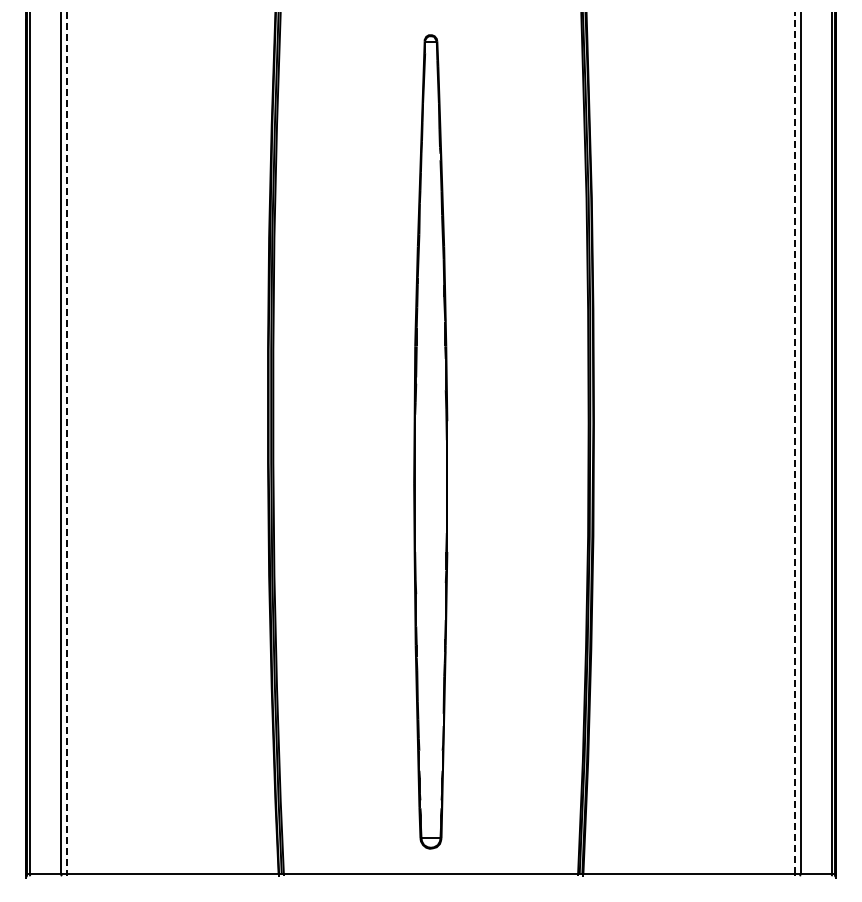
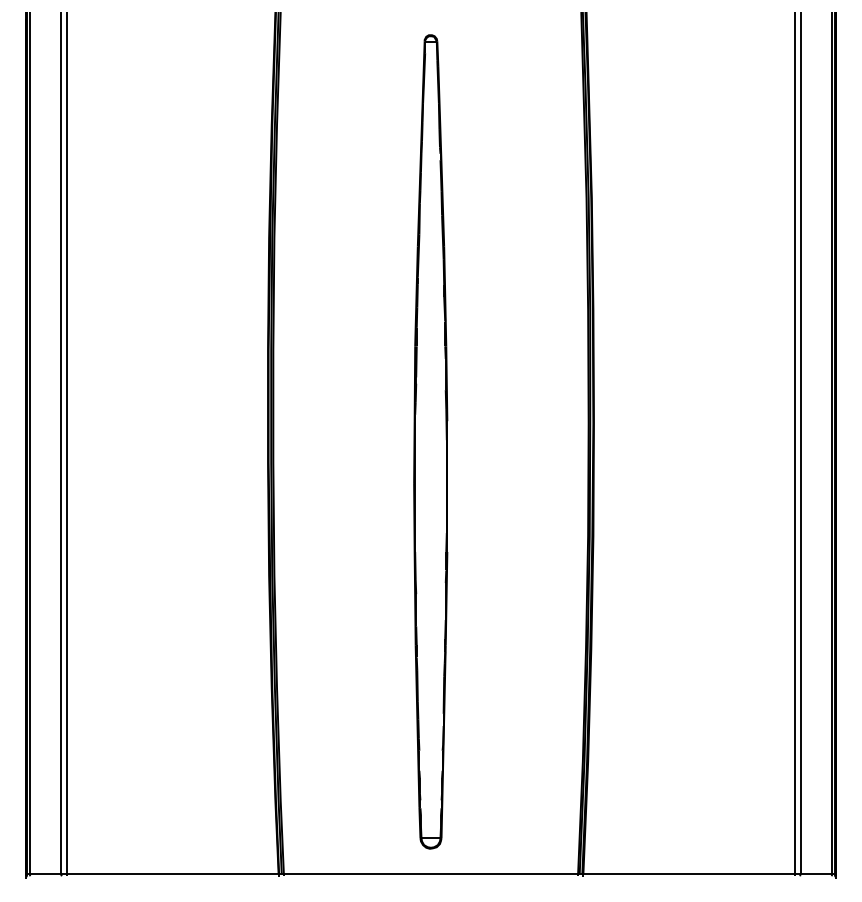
line at (794, 442): dashed -> solid
line at (67, 443): dashed -> solid
